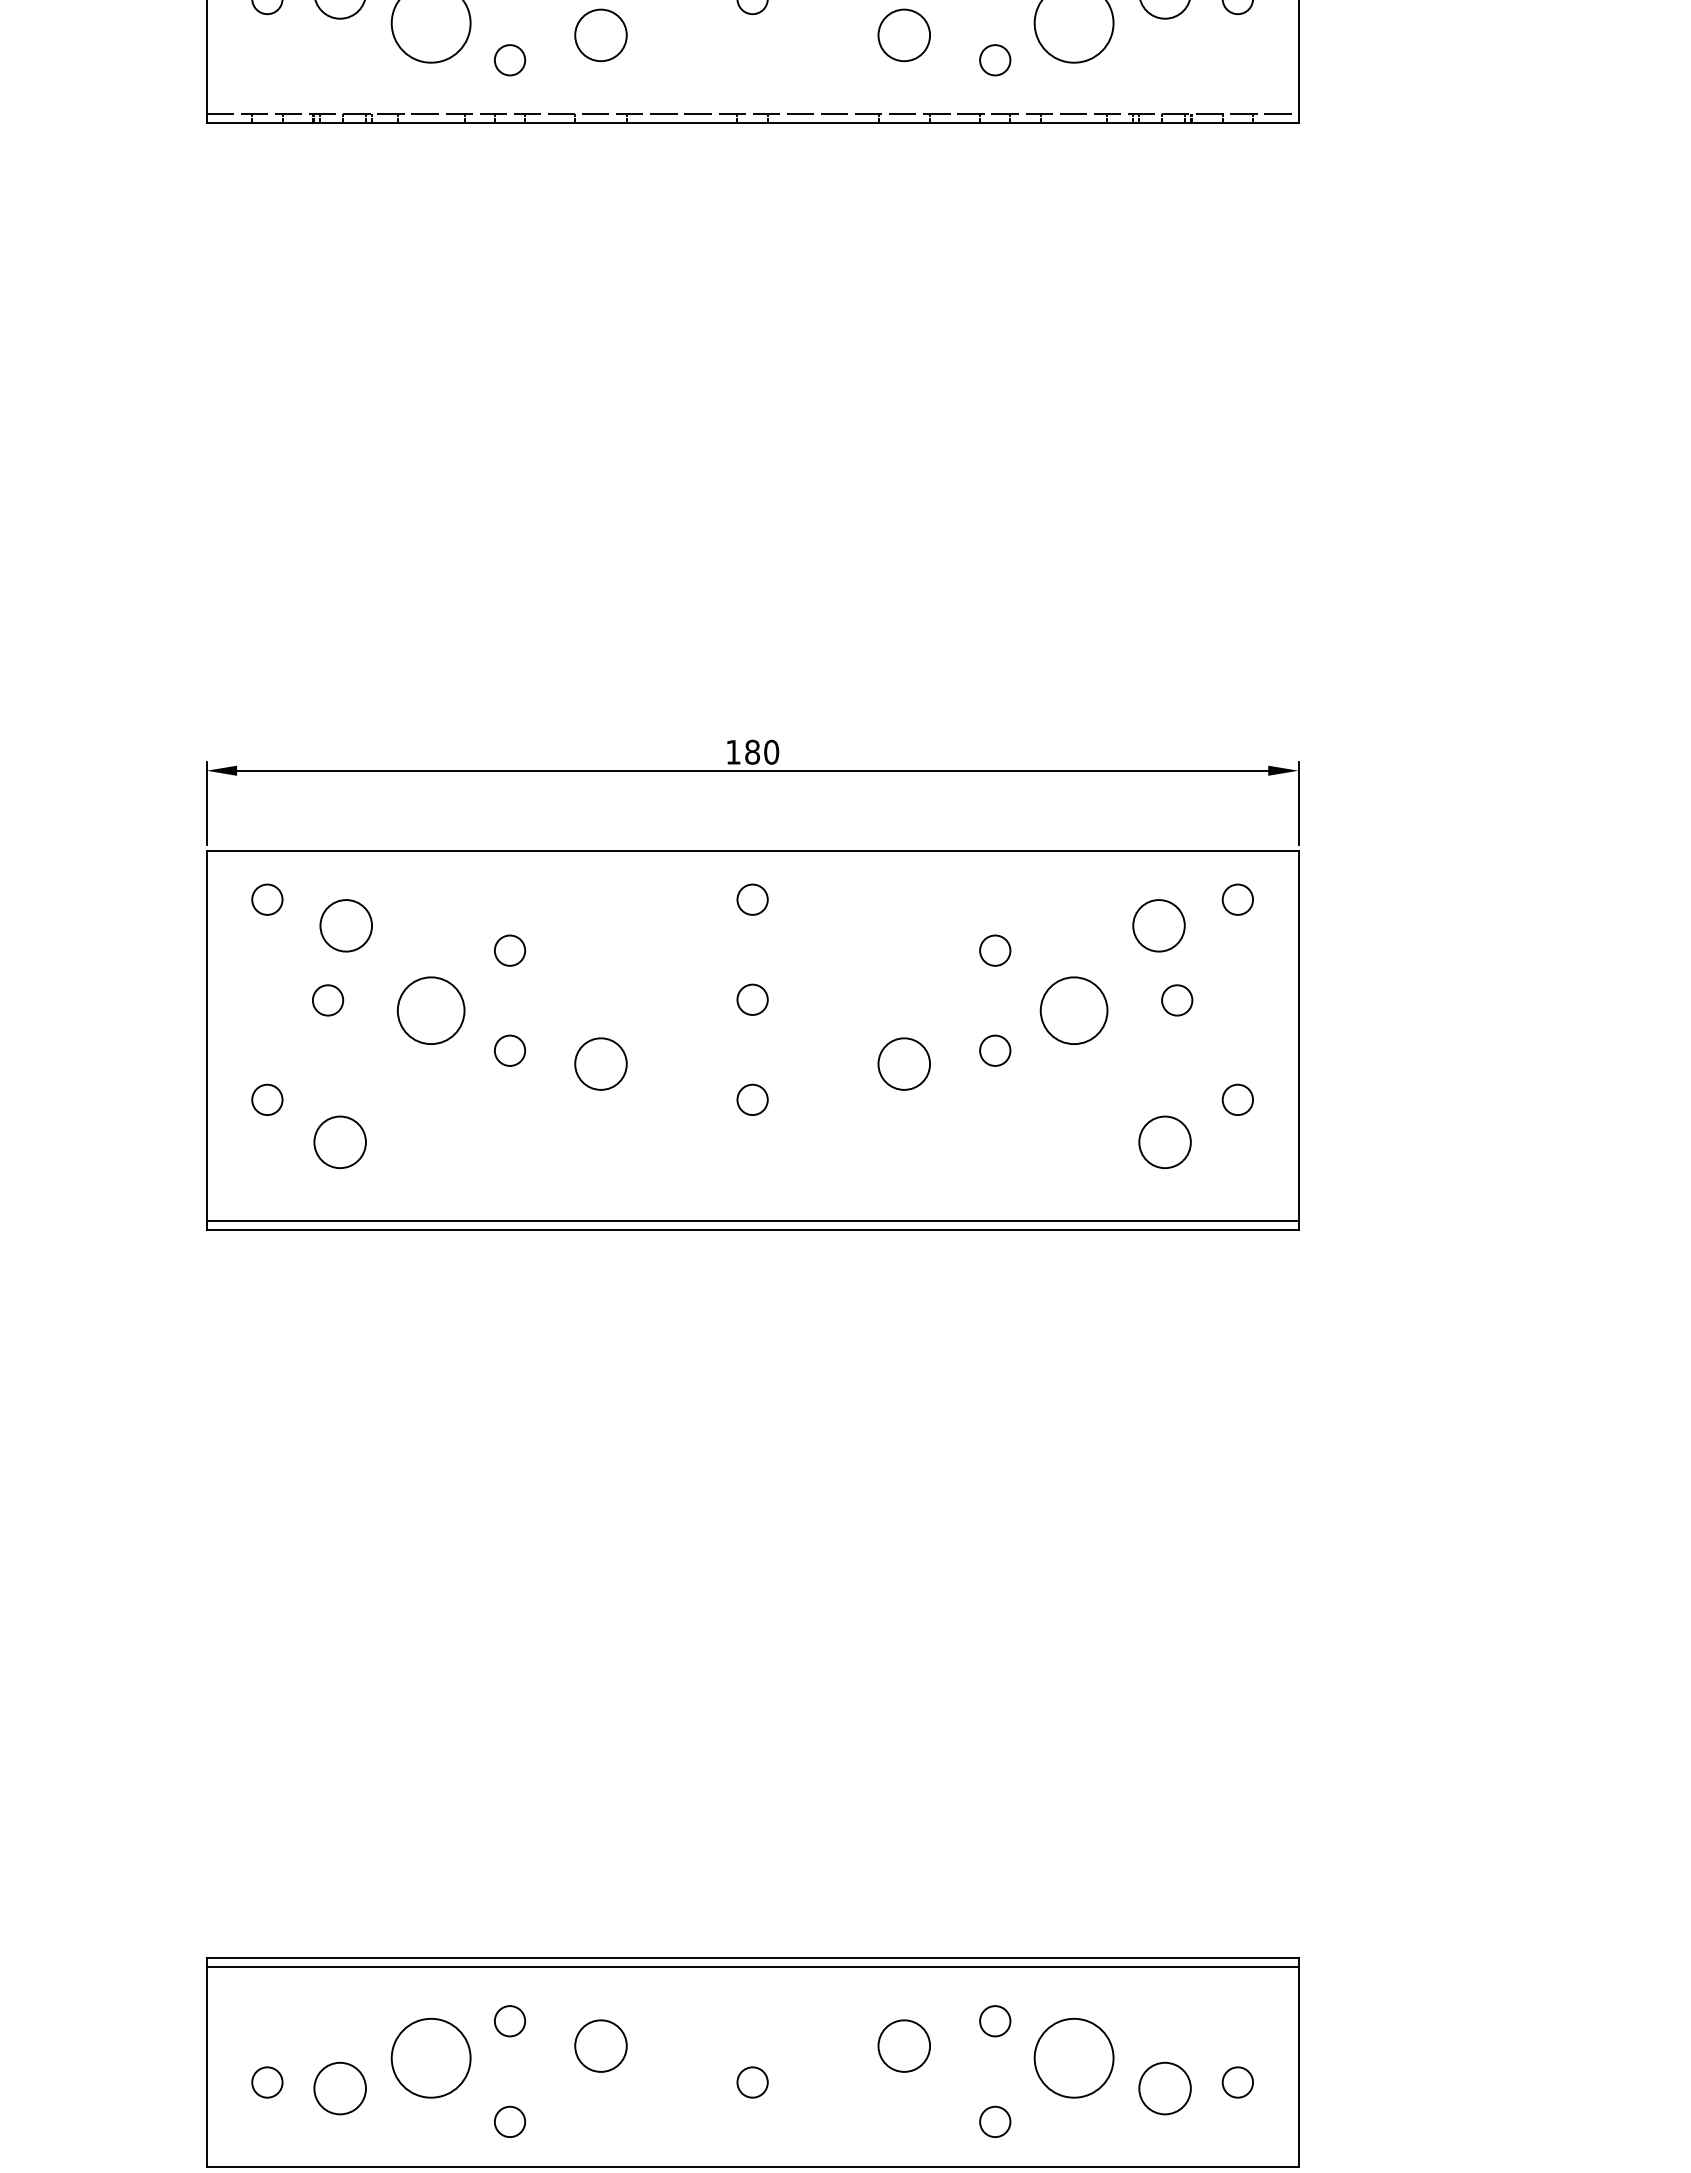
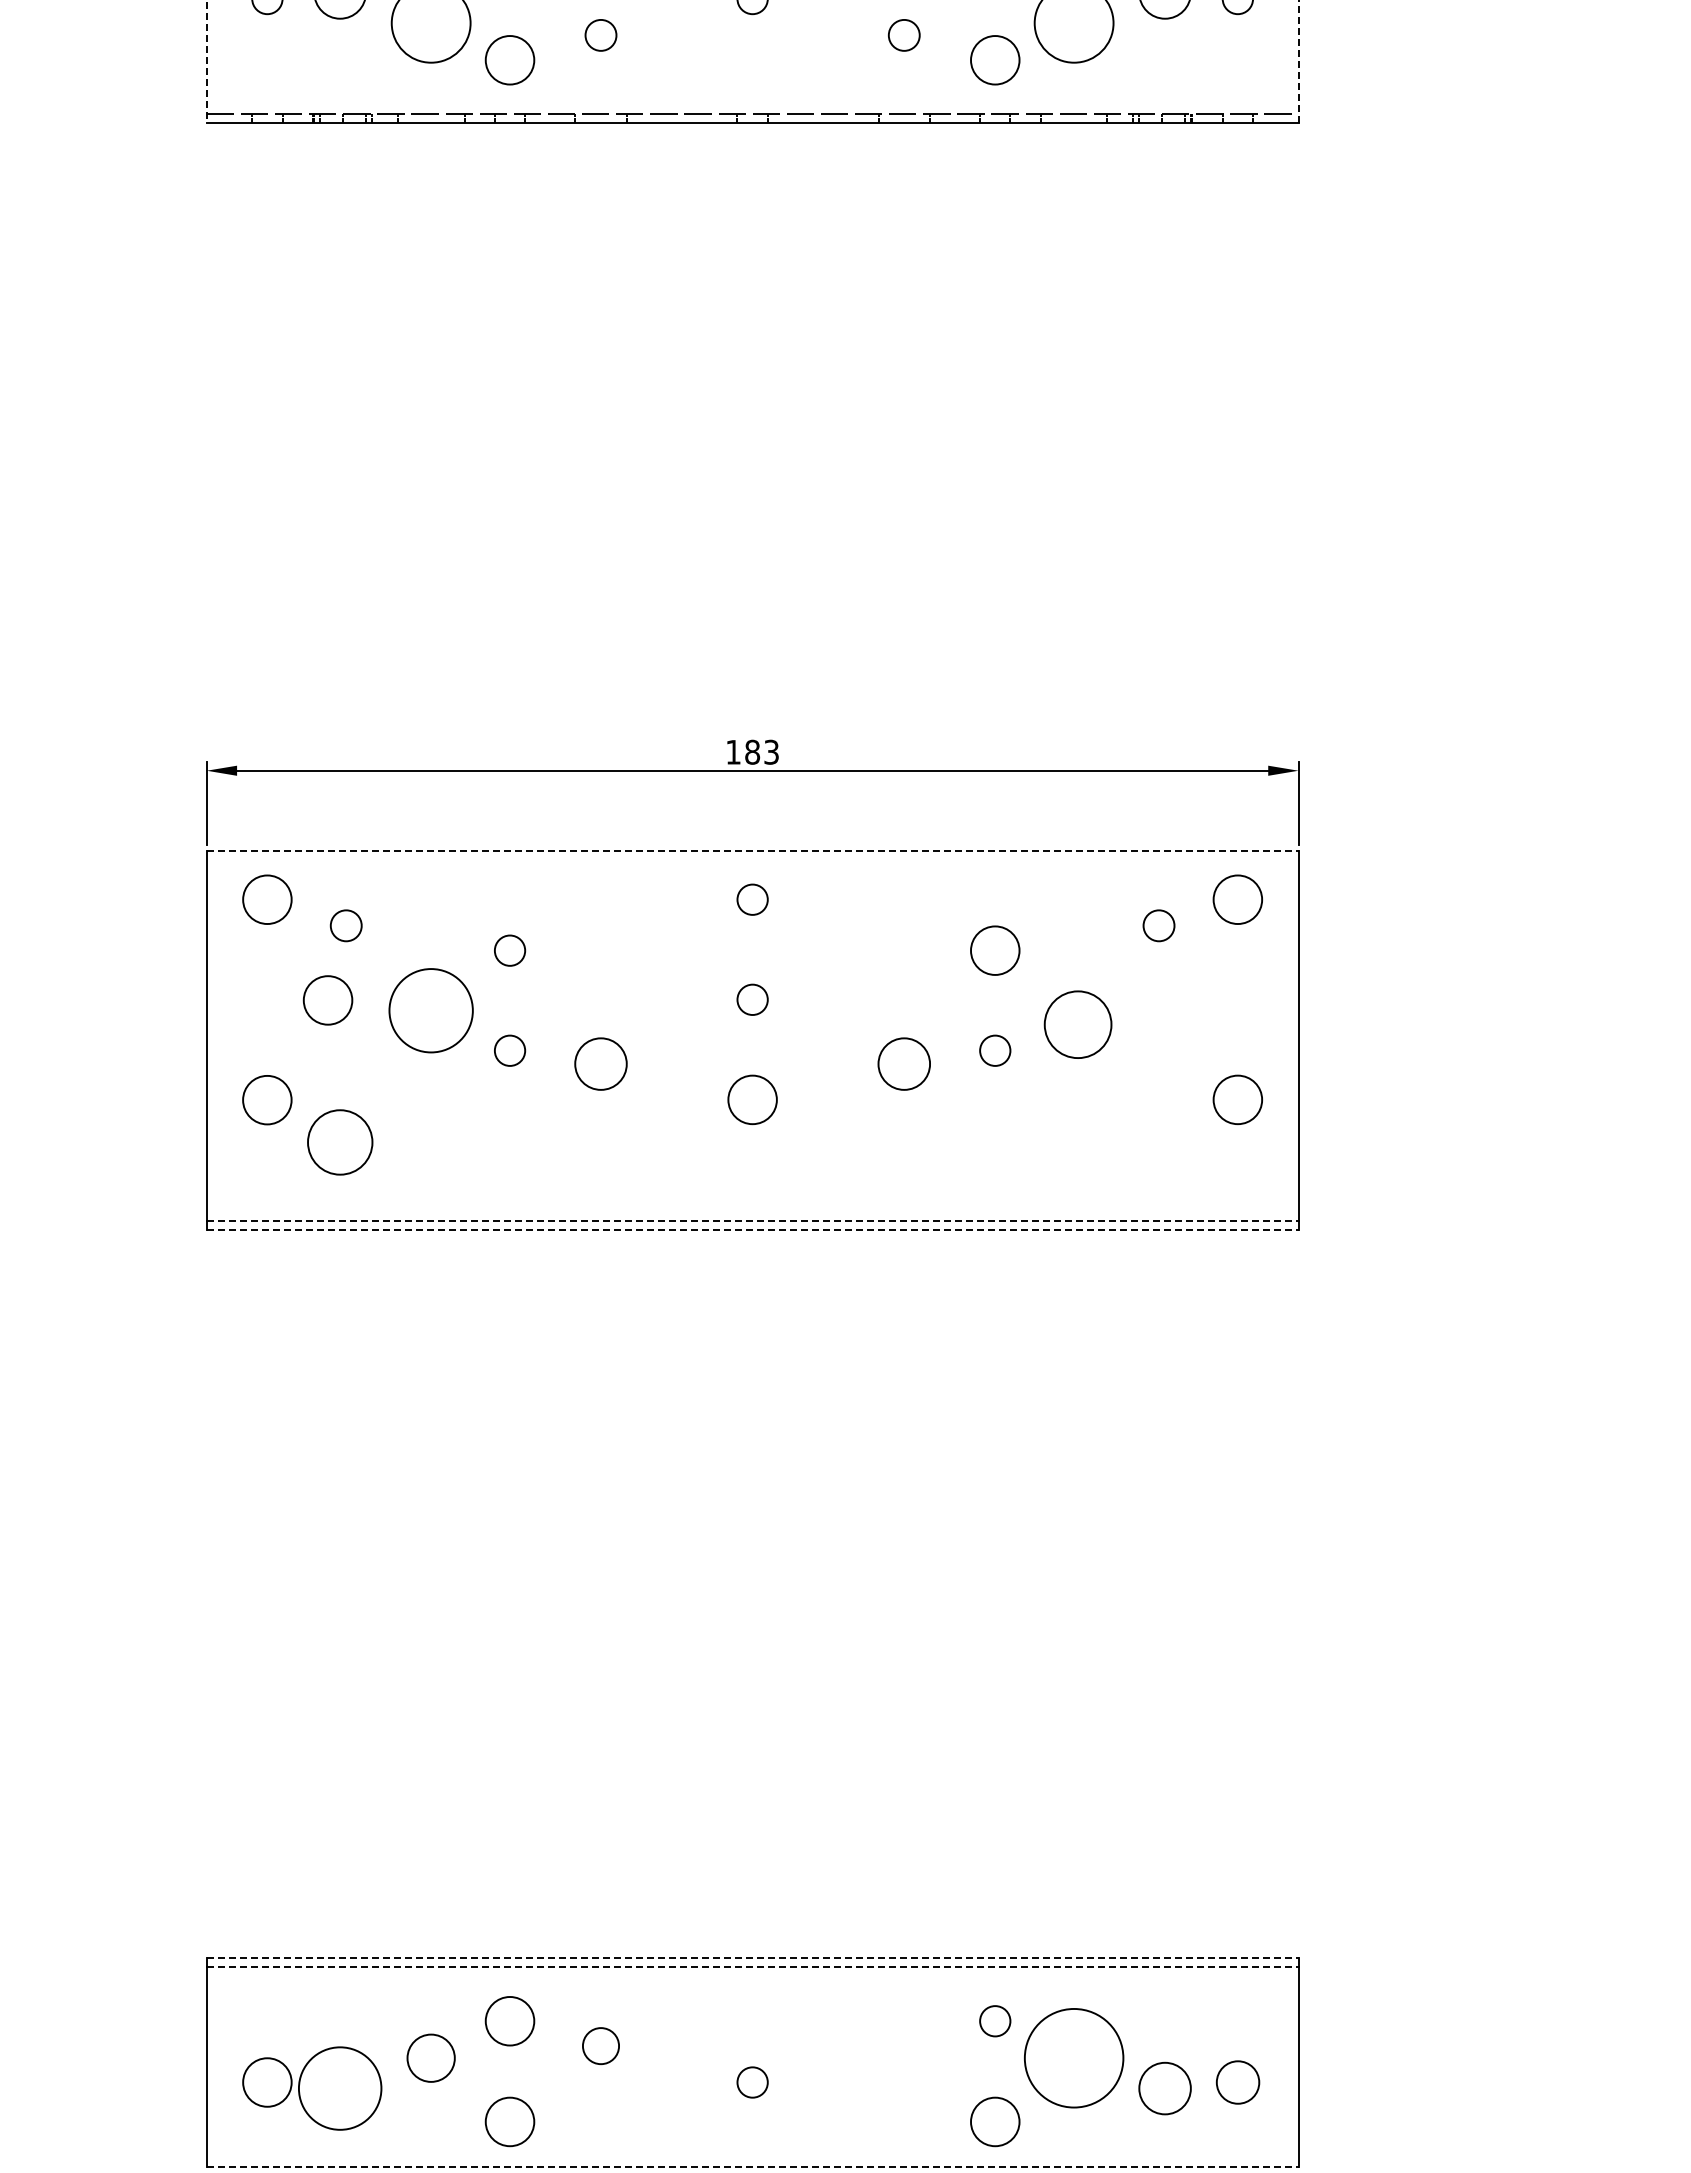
circle at (600, 35) diameter: 52 px -> 31 px
circle at (904, 35) diameter: 52 px -> 31 px
circle at (509, 60) diameter: 30 px -> 49 px
circle at (995, 60) diameter: 30 px -> 49 px
line at (1298, 61): solid -> dashed
line at (206, 62): solid -> dashed
text at (771, 751): 180 -> 183
line at (752, 851): solid -> dashed
circle at (267, 899) diameter: 30 px -> 49 px
circle at (1237, 899) diameter: 30 px -> 49 px
circle at (346, 925) diameter: 52 px -> 31 px
circle at (1158, 925) diameter: 52 px -> 31 px
circle at (995, 950) diameter: 30 px -> 49 px
circle at (327, 1000) diameter: 30 px -> 49 px
circle at (1177, 1000): present -> none
circle at (430, 1010) diameter: 67 px -> 83 px
circle at (1073, 1010) position: (1073, 1010) -> (1077, 1024)
circle at (267, 1099) size: 33x33 px -> 51x51 px
circle at (752, 1099) diameter: 30 px -> 49 px
circle at (1237, 1099) diameter: 30 px -> 49 px
circle at (339, 1141) size: 54x54 px -> 67x67 px
circle at (1164, 1141): present -> none
line at (752, 1221): solid -> dashed
line at (752, 1230): solid -> dashed
line at (752, 1958): solid -> dashed
line at (752, 1967): solid -> dashed
circle at (509, 2021) diameter: 30 px -> 49 px
circle at (600, 2045) diameter: 52 px -> 36 px
circle at (903, 2045): present -> none
circle at (430, 2057) diameter: 79 px -> 47 px
circle at (1073, 2057) diameter: 79 px -> 99 px
circle at (267, 2082) diameter: 30 px -> 49 px
circle at (1237, 2082) size: 33x33 px -> 46x45 px
circle at (339, 2088) diameter: 52 px -> 82 px
circle at (509, 2121) diameter: 30 px -> 49 px
circle at (995, 2121) diameter: 30 px -> 49 px
line at (752, 2167): solid -> dashed
